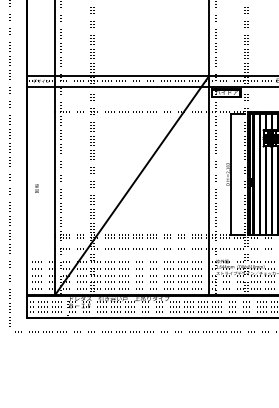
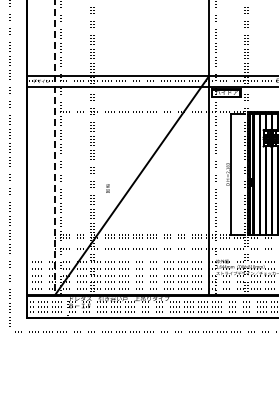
line at (54, 147): solid -> dashed
text at (36, 188) position: (36, 188) -> (107, 188)
